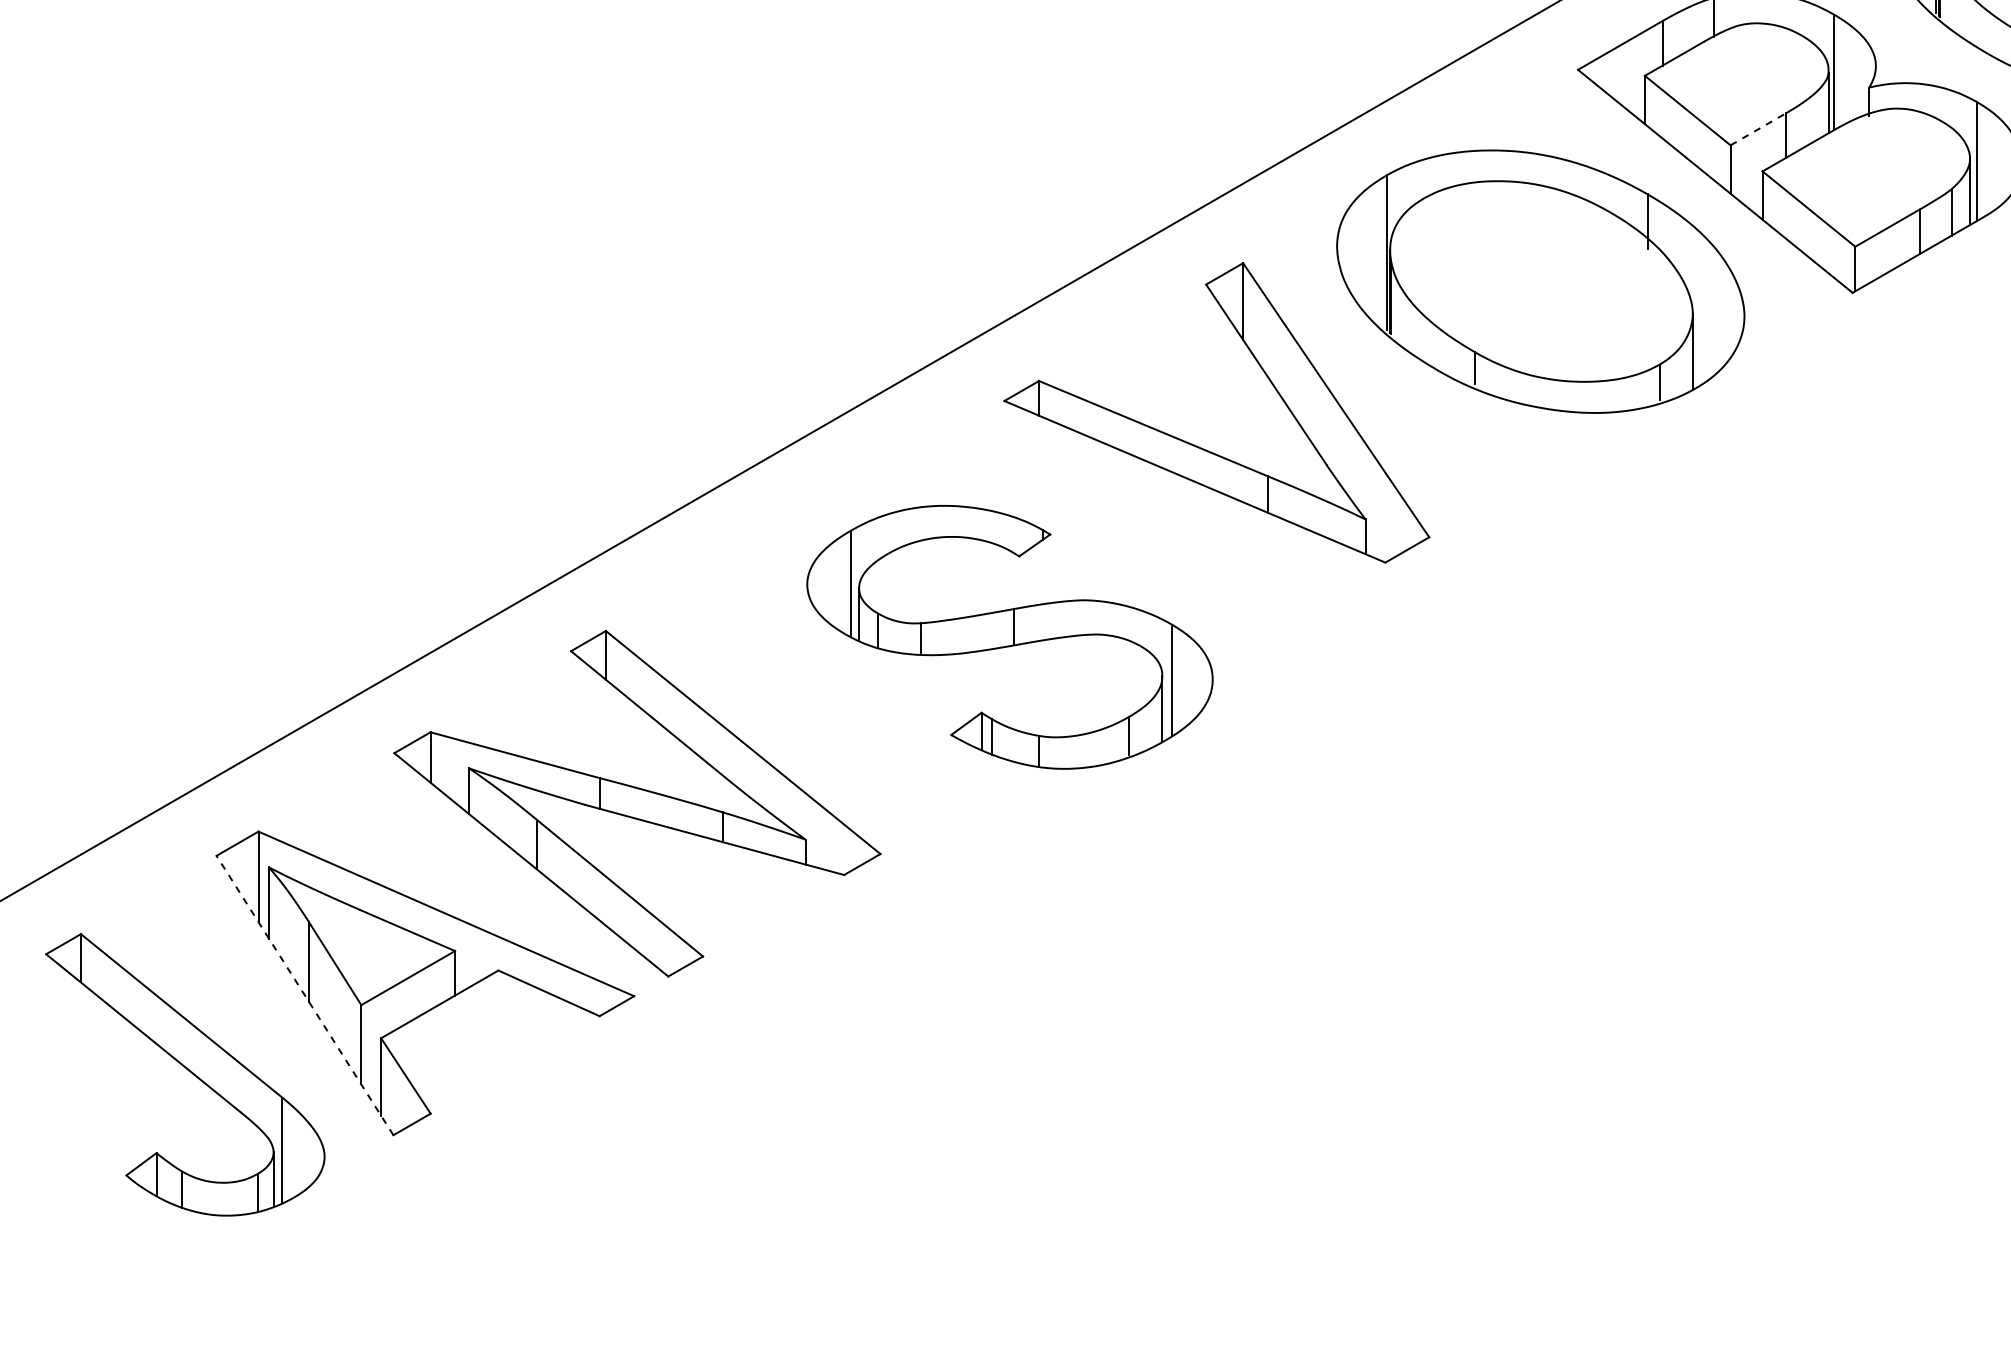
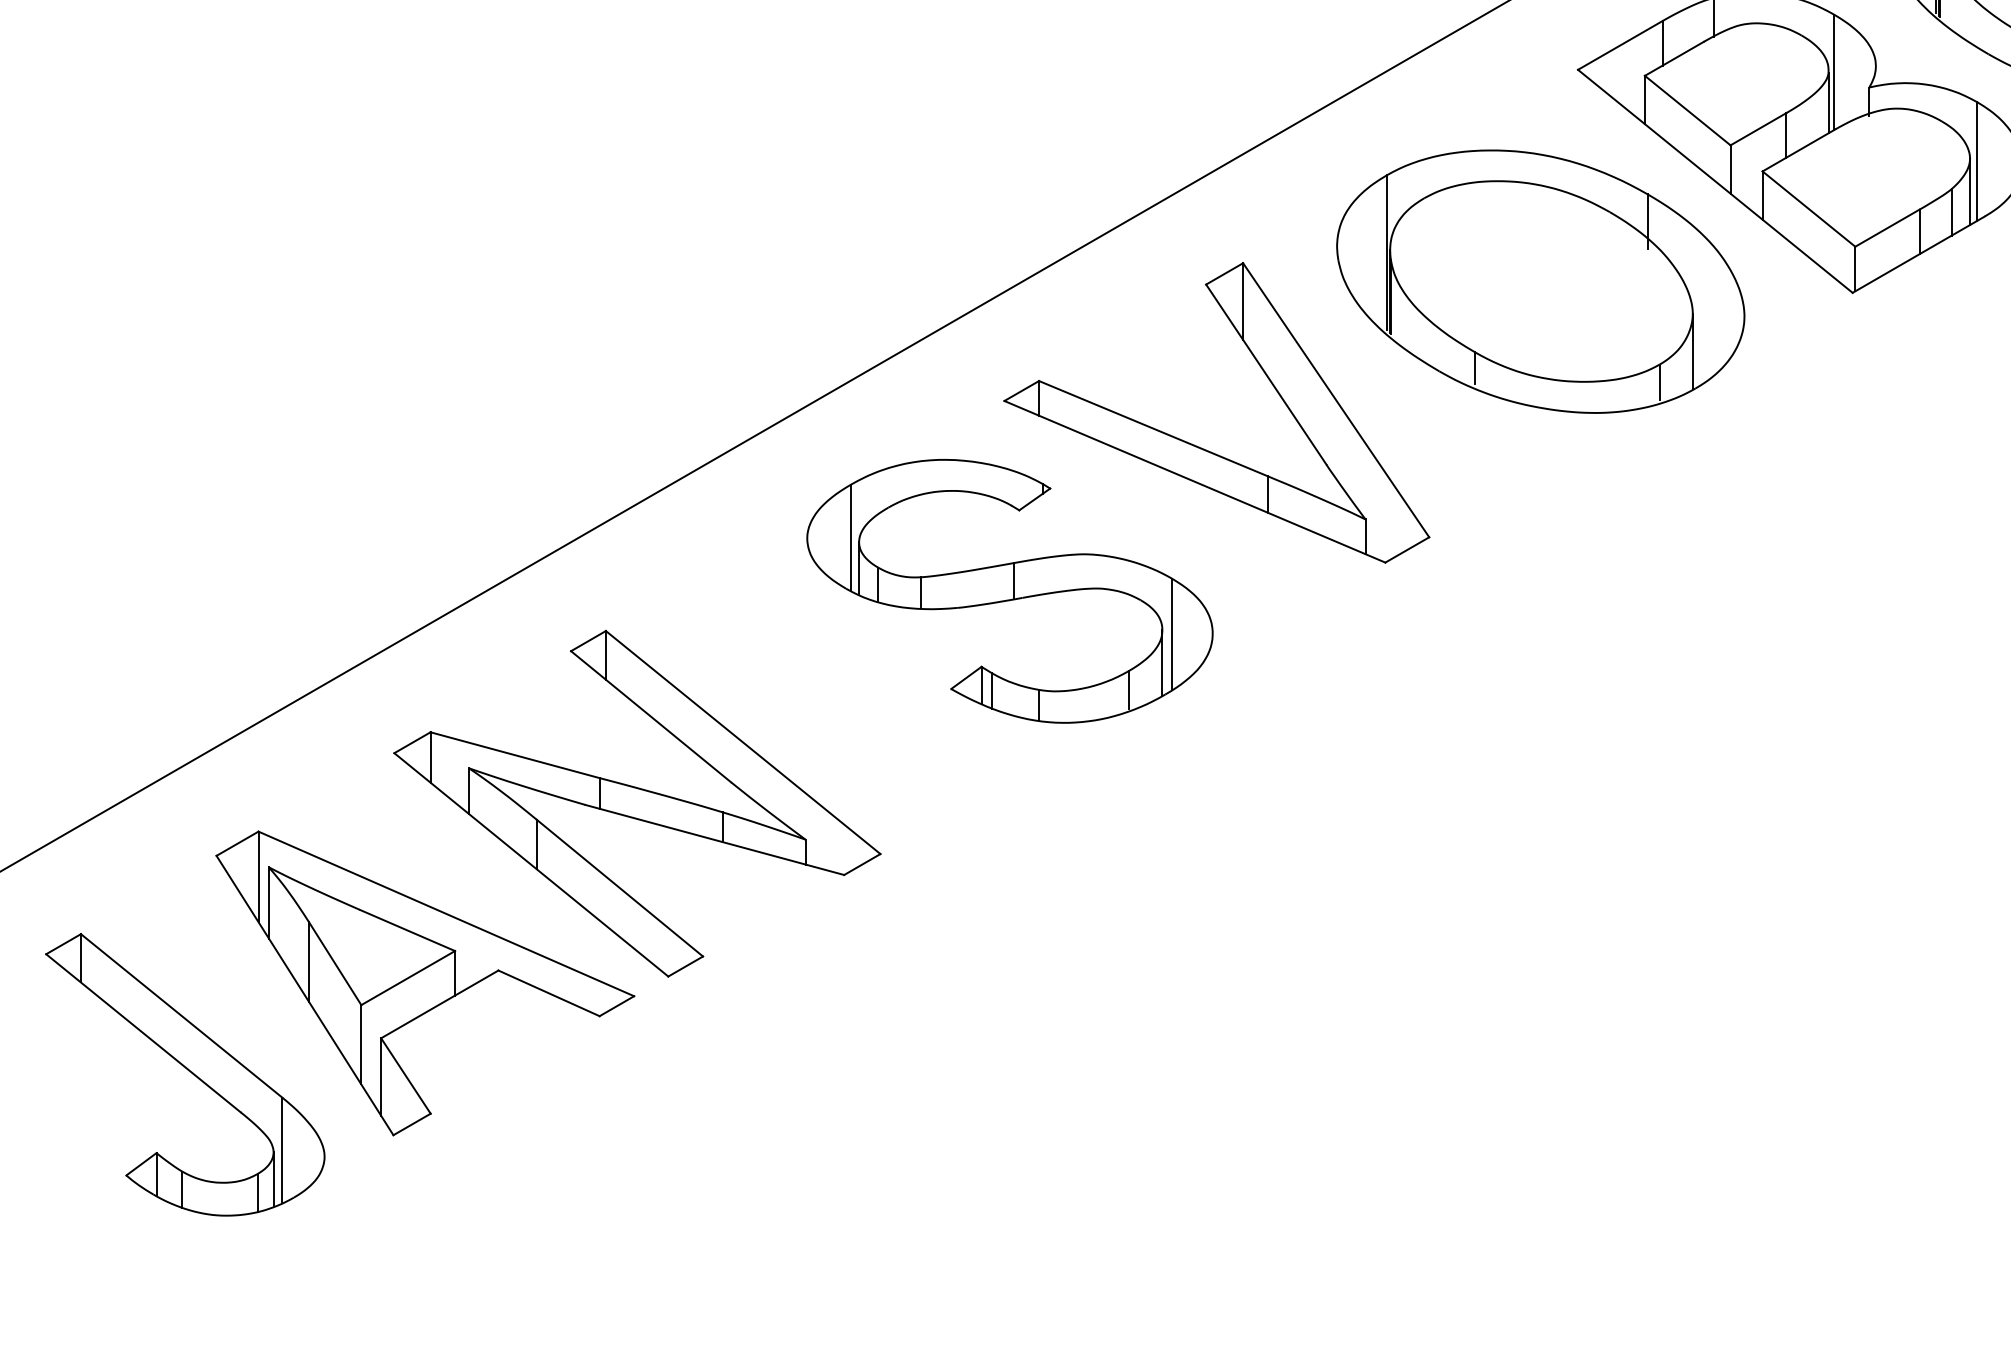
line at (1758, 128): dashed -> solid
line at (779, 450) position: (779, 450) -> (754, 436)
part at (1009, 637) position: (1009, 637) -> (1009, 591)
line at (304, 995): dashed -> solid
